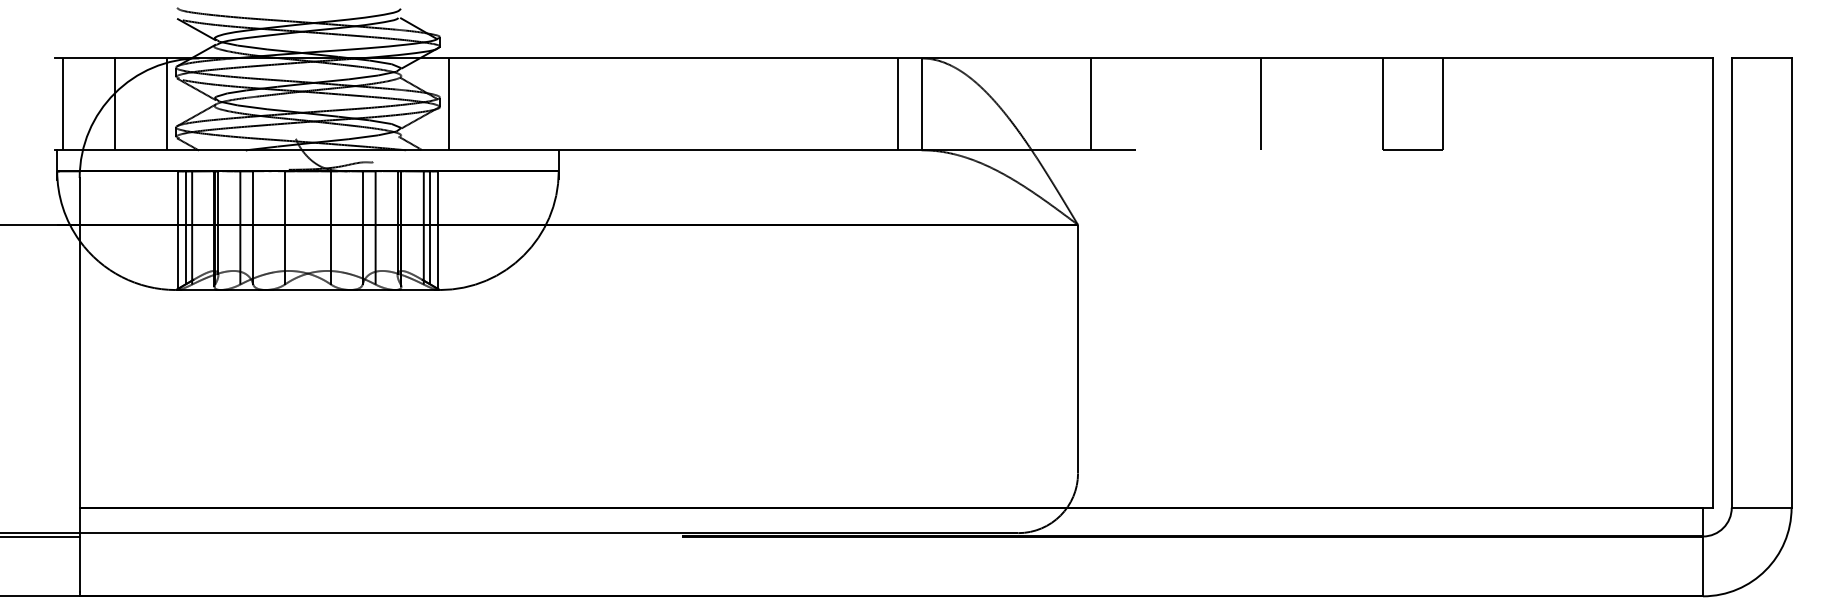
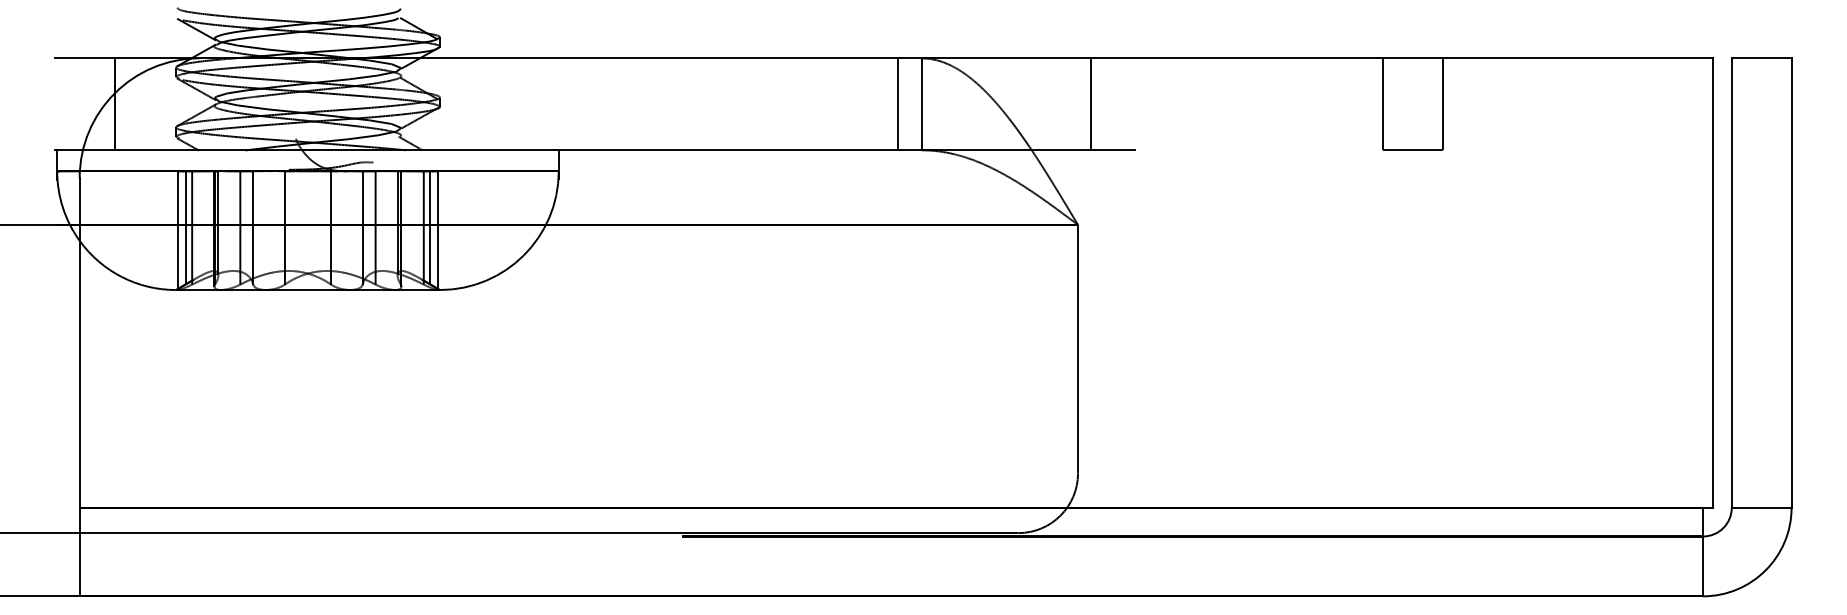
line at (63, 104): present -> none
line at (167, 104): present -> none
line at (448, 104): present -> none
line at (1261, 104): present -> none
line at (40, 536): present -> none
